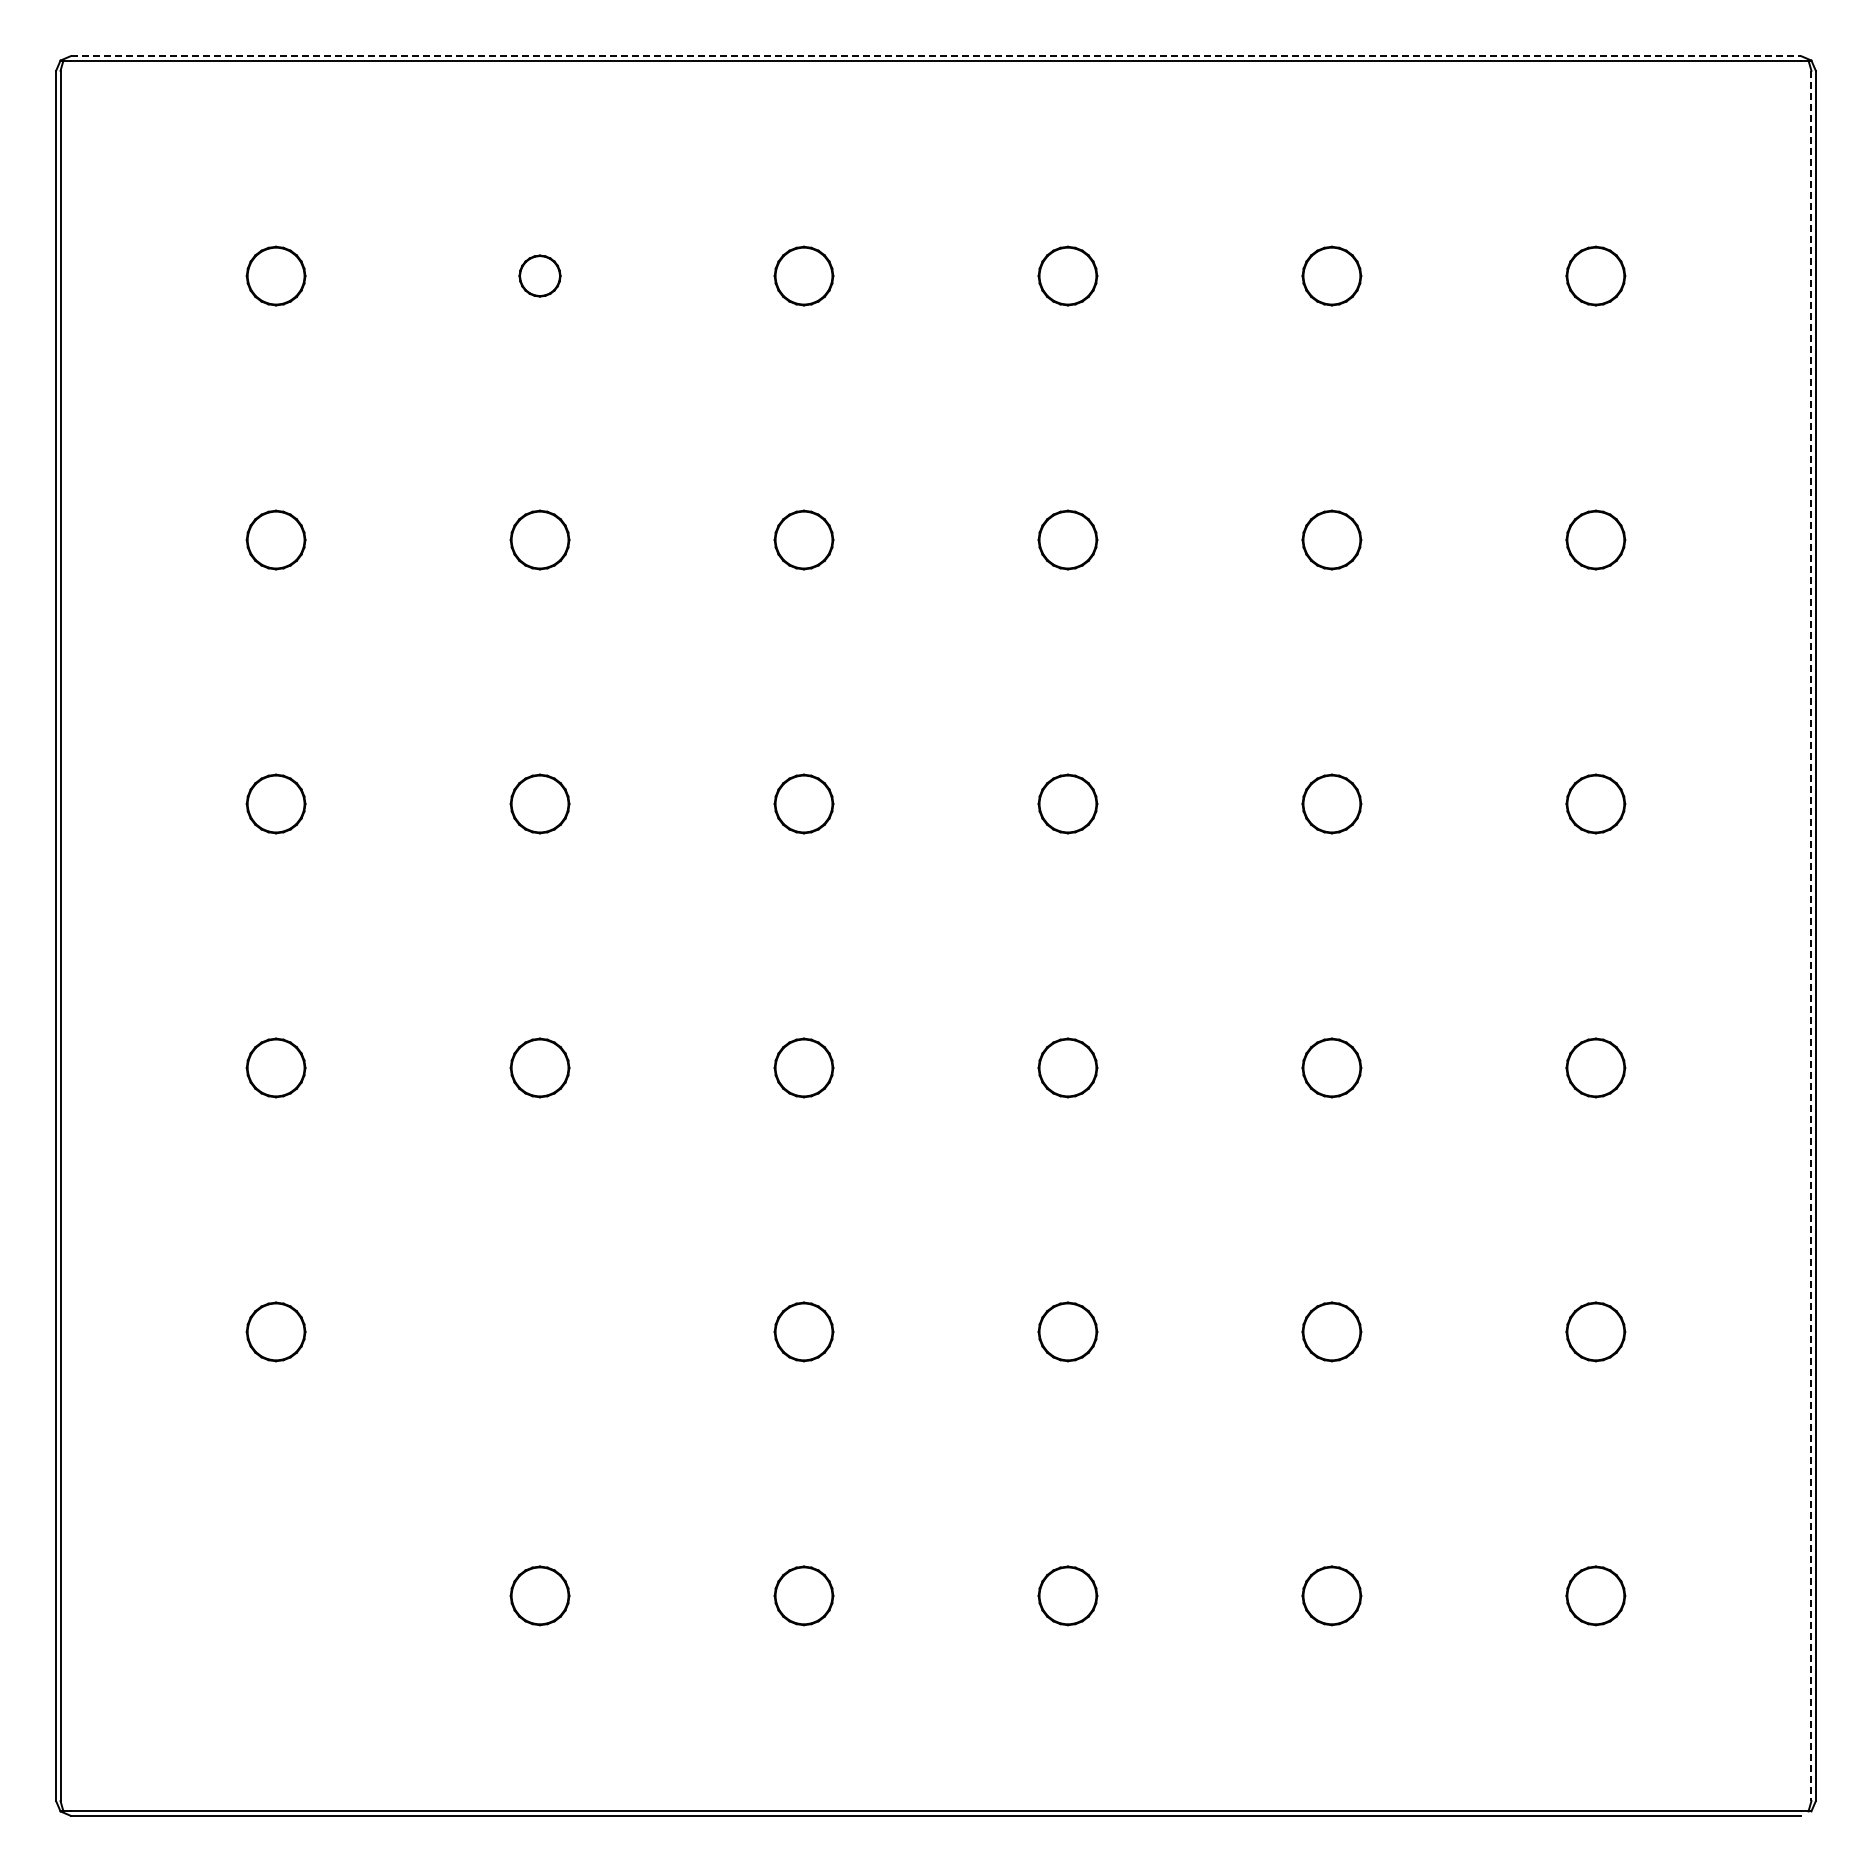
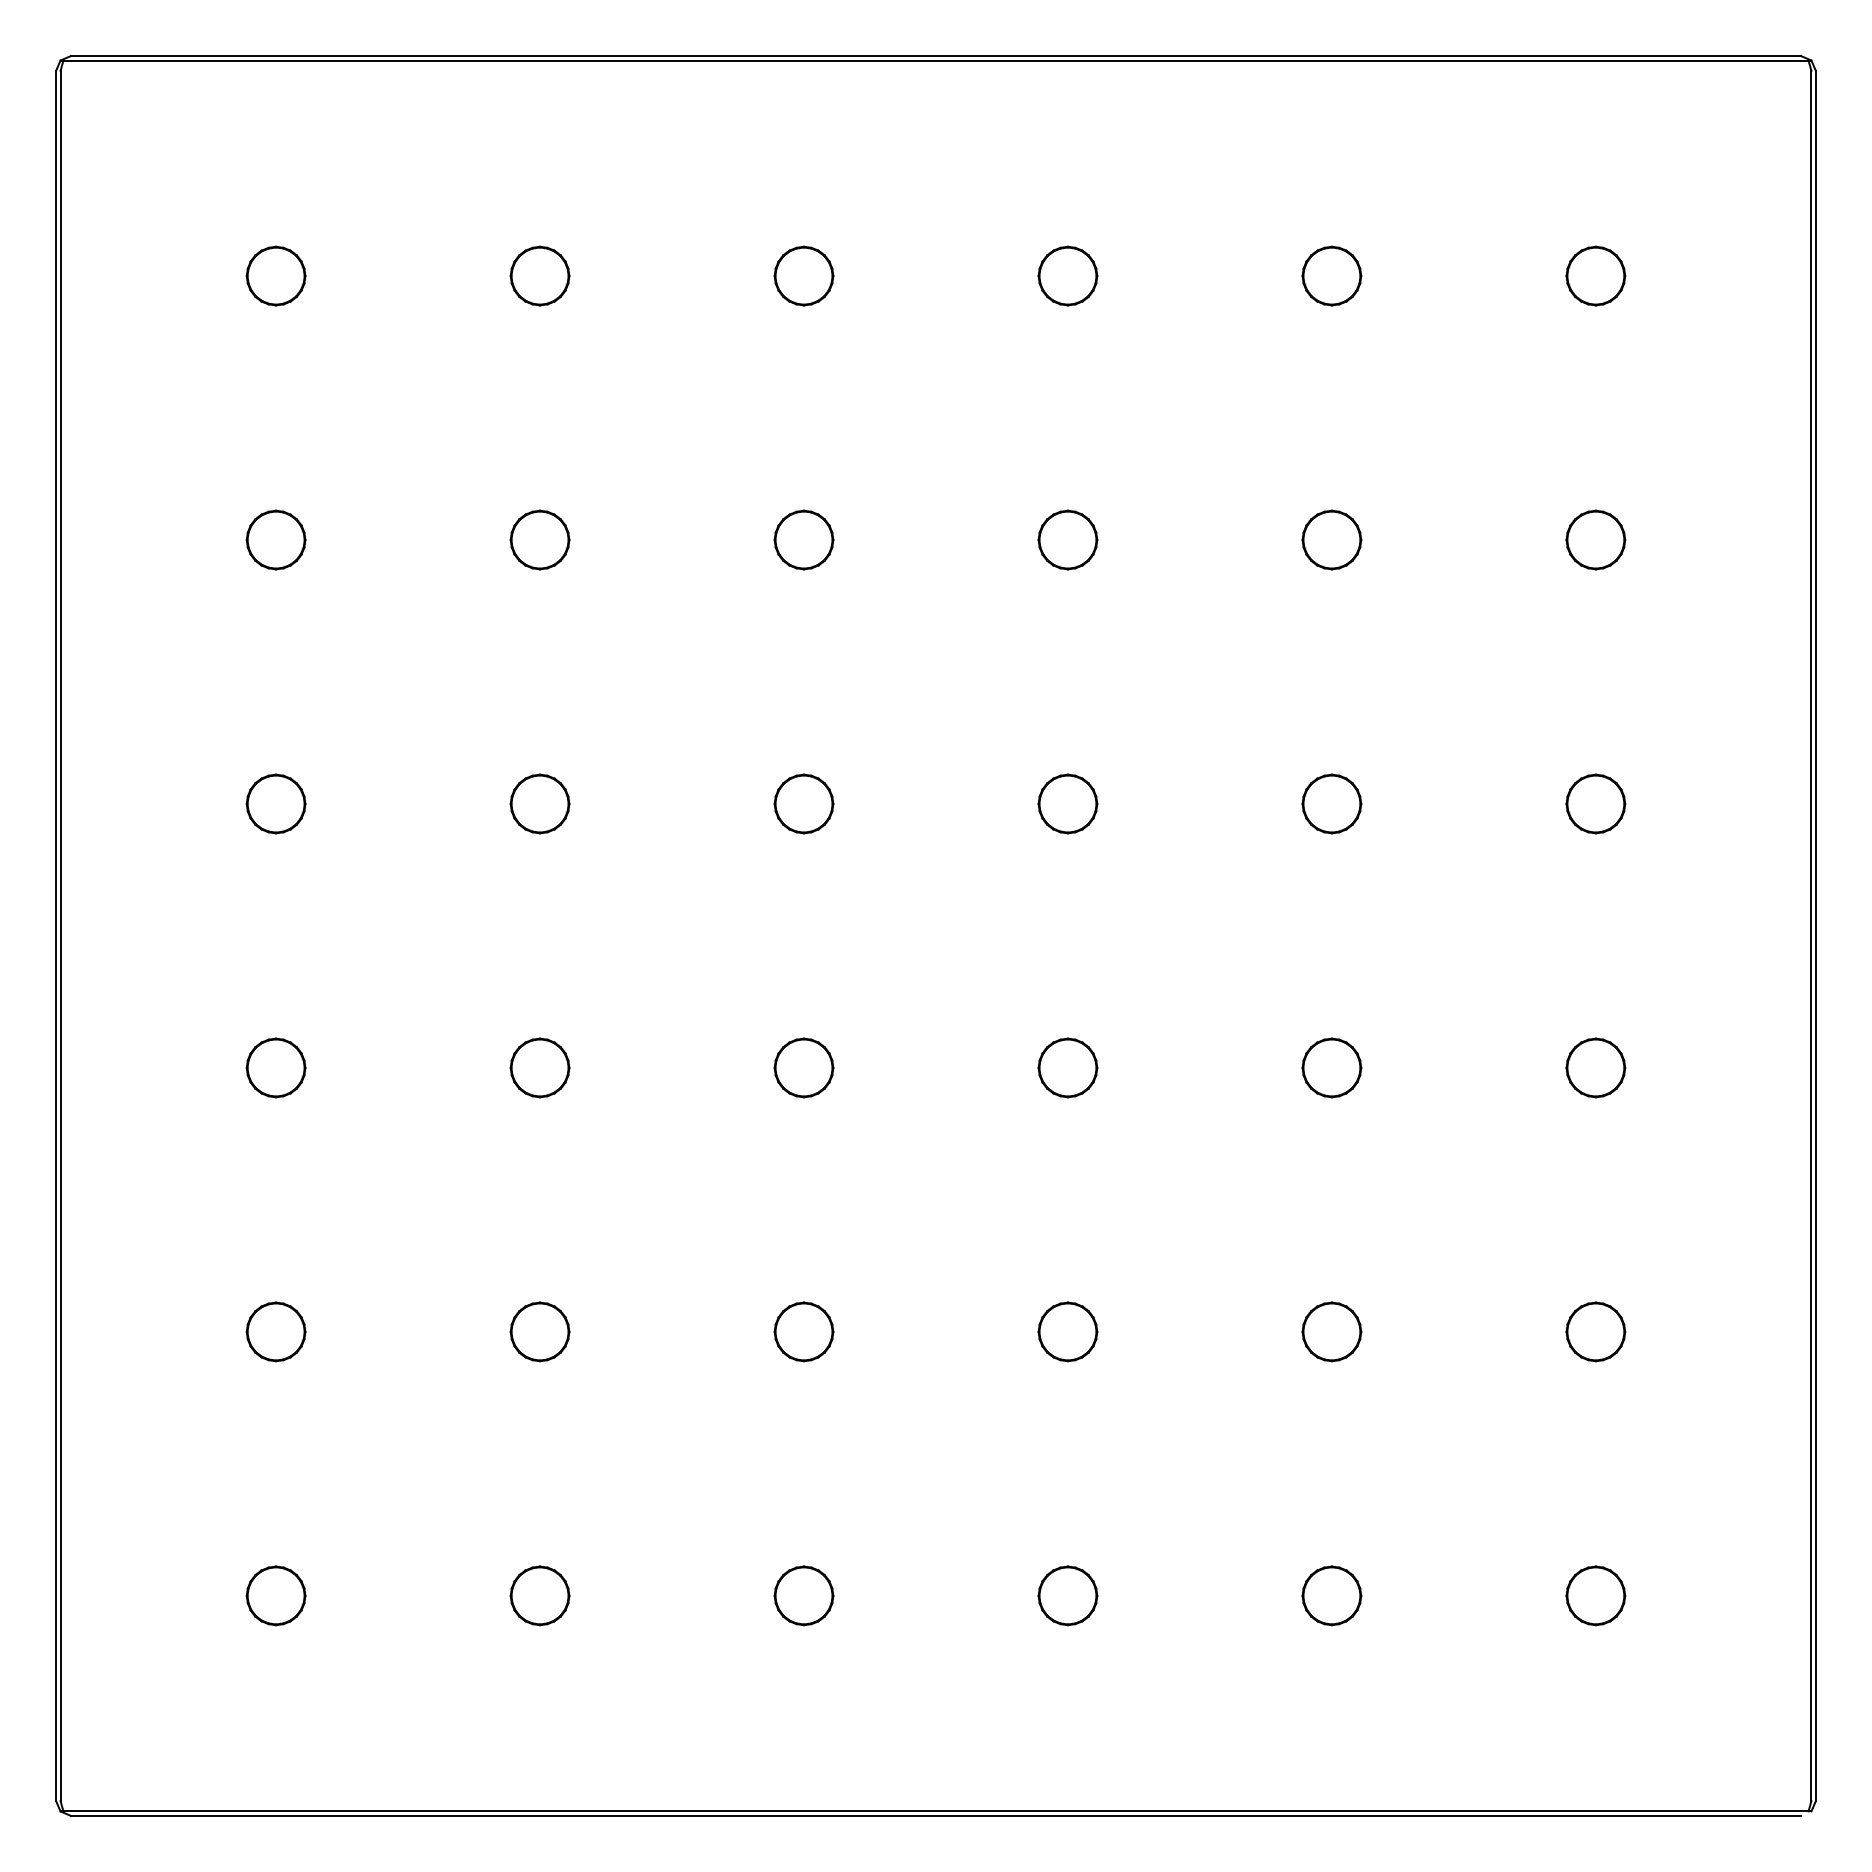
line at (936, 56): dashed -> solid
part at (539, 275) size: 44x44 px -> 62x62 px
line at (1811, 936): dashed -> solid
part at (539, 1331): none -> present
part at (275, 1595): none -> present
